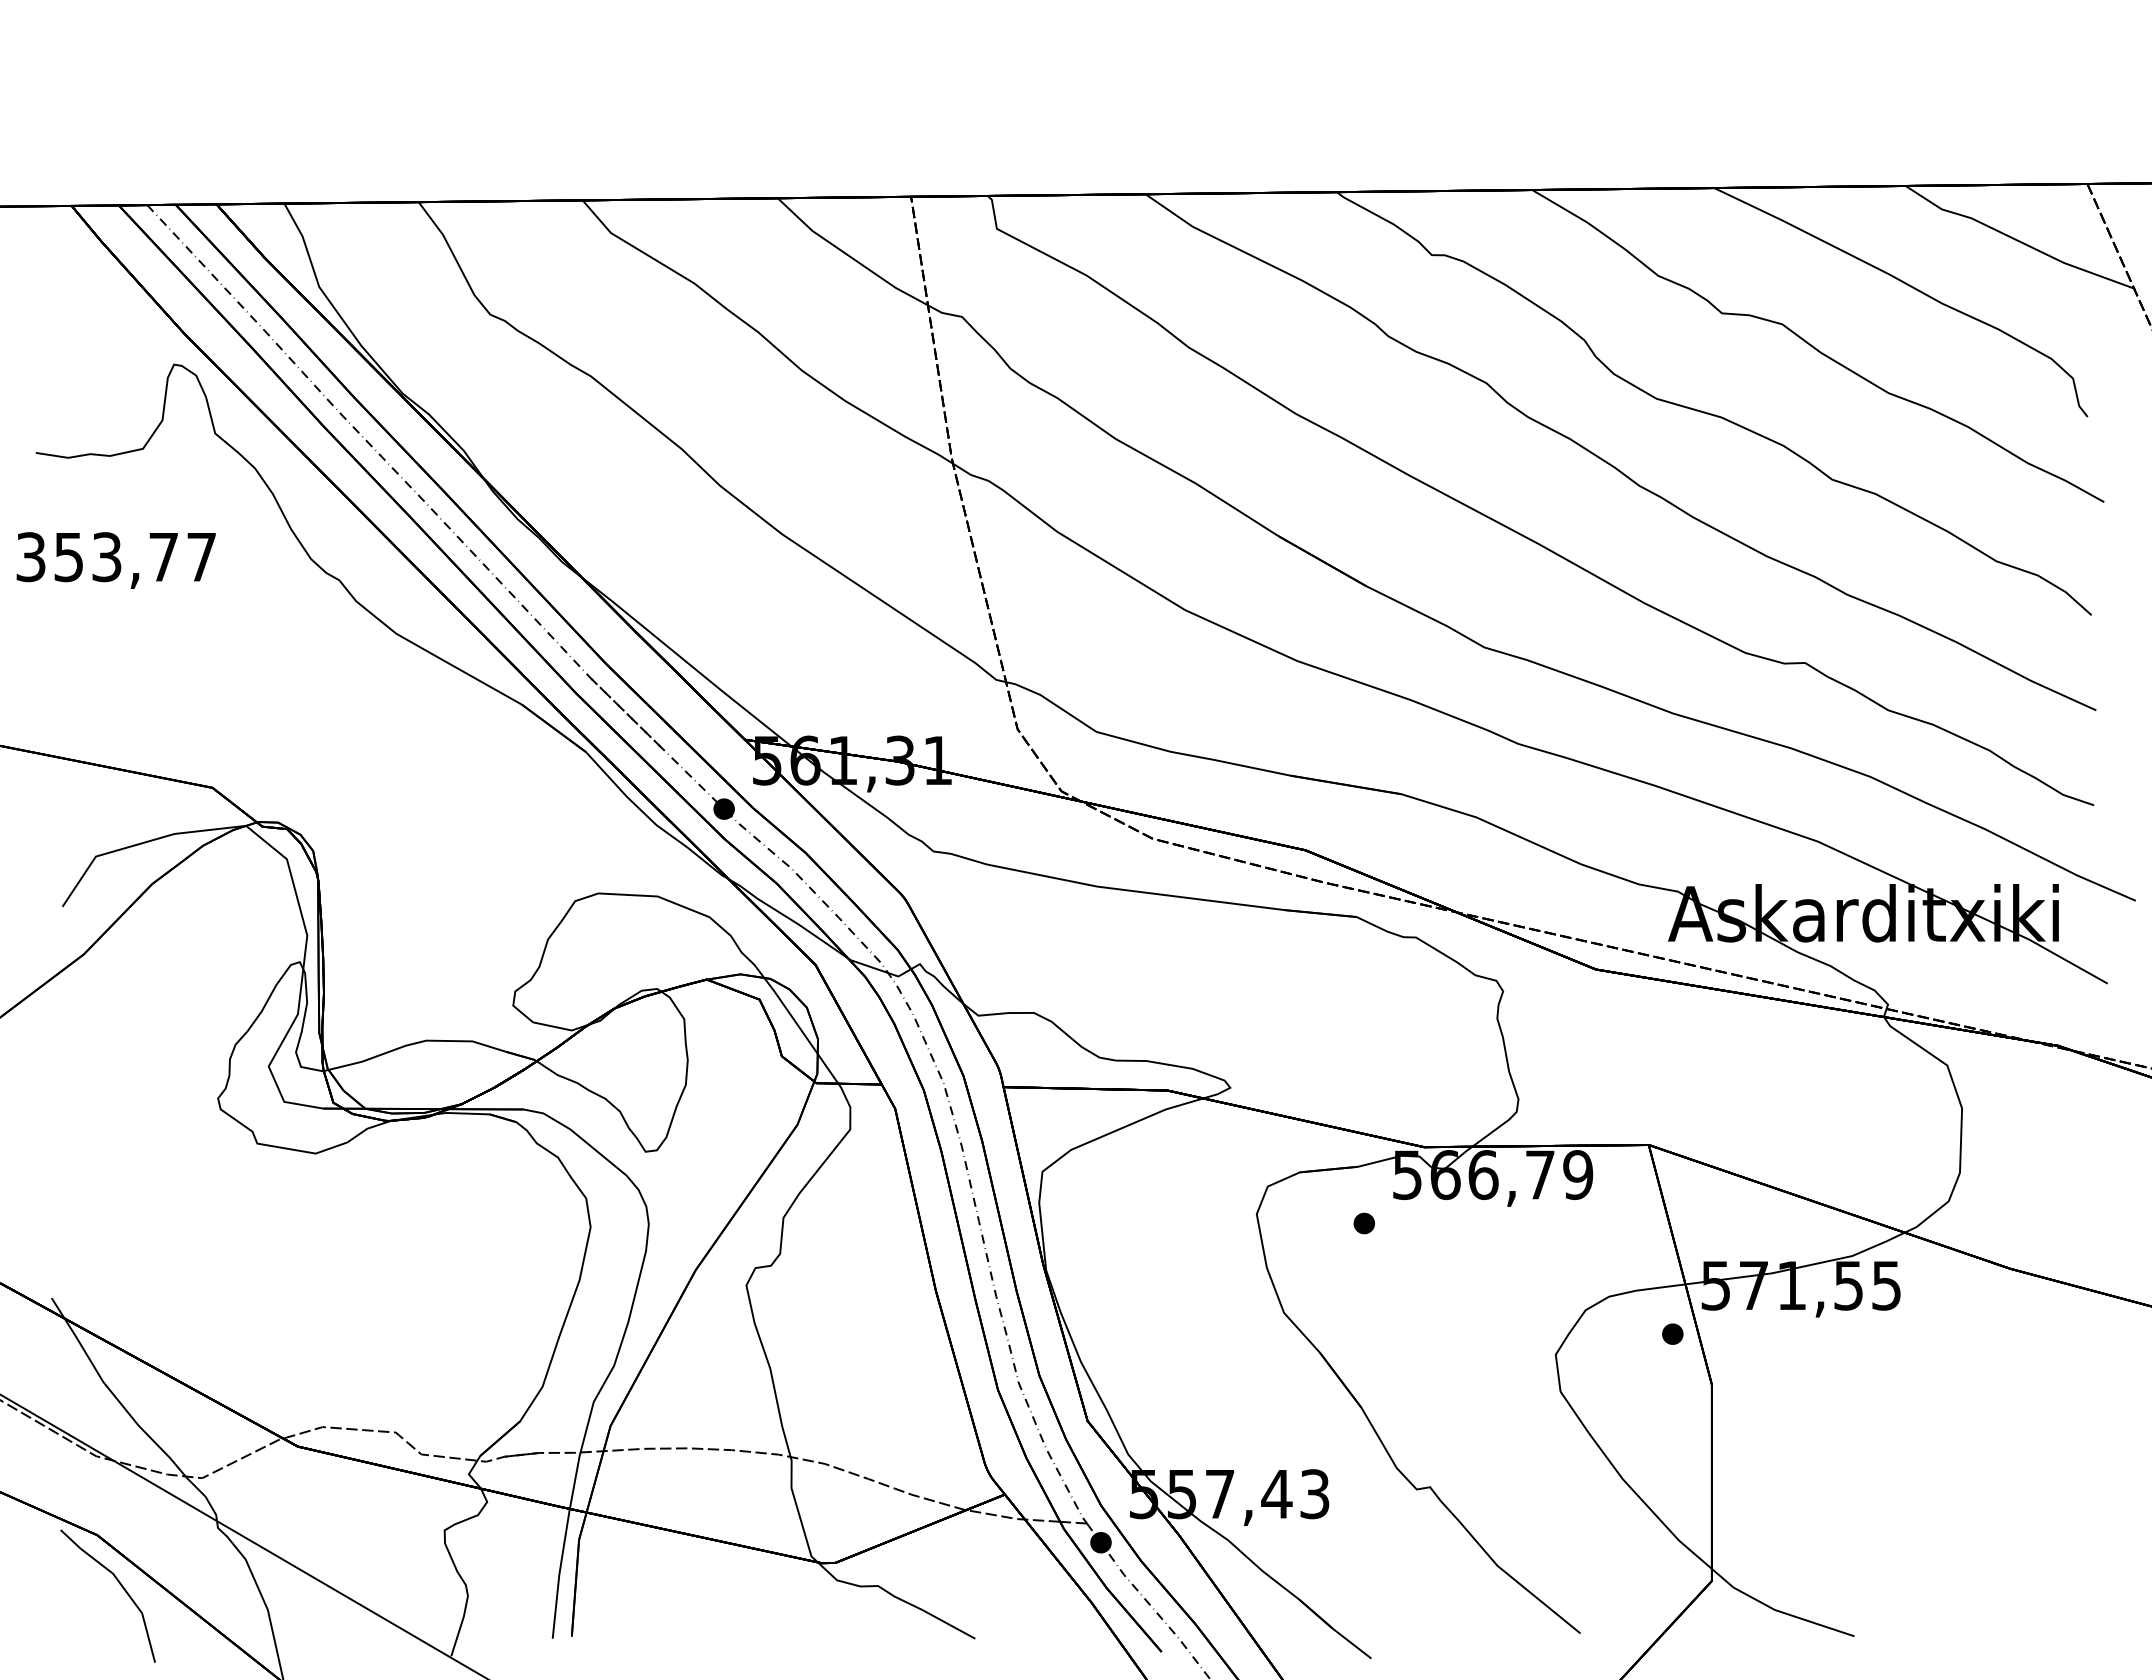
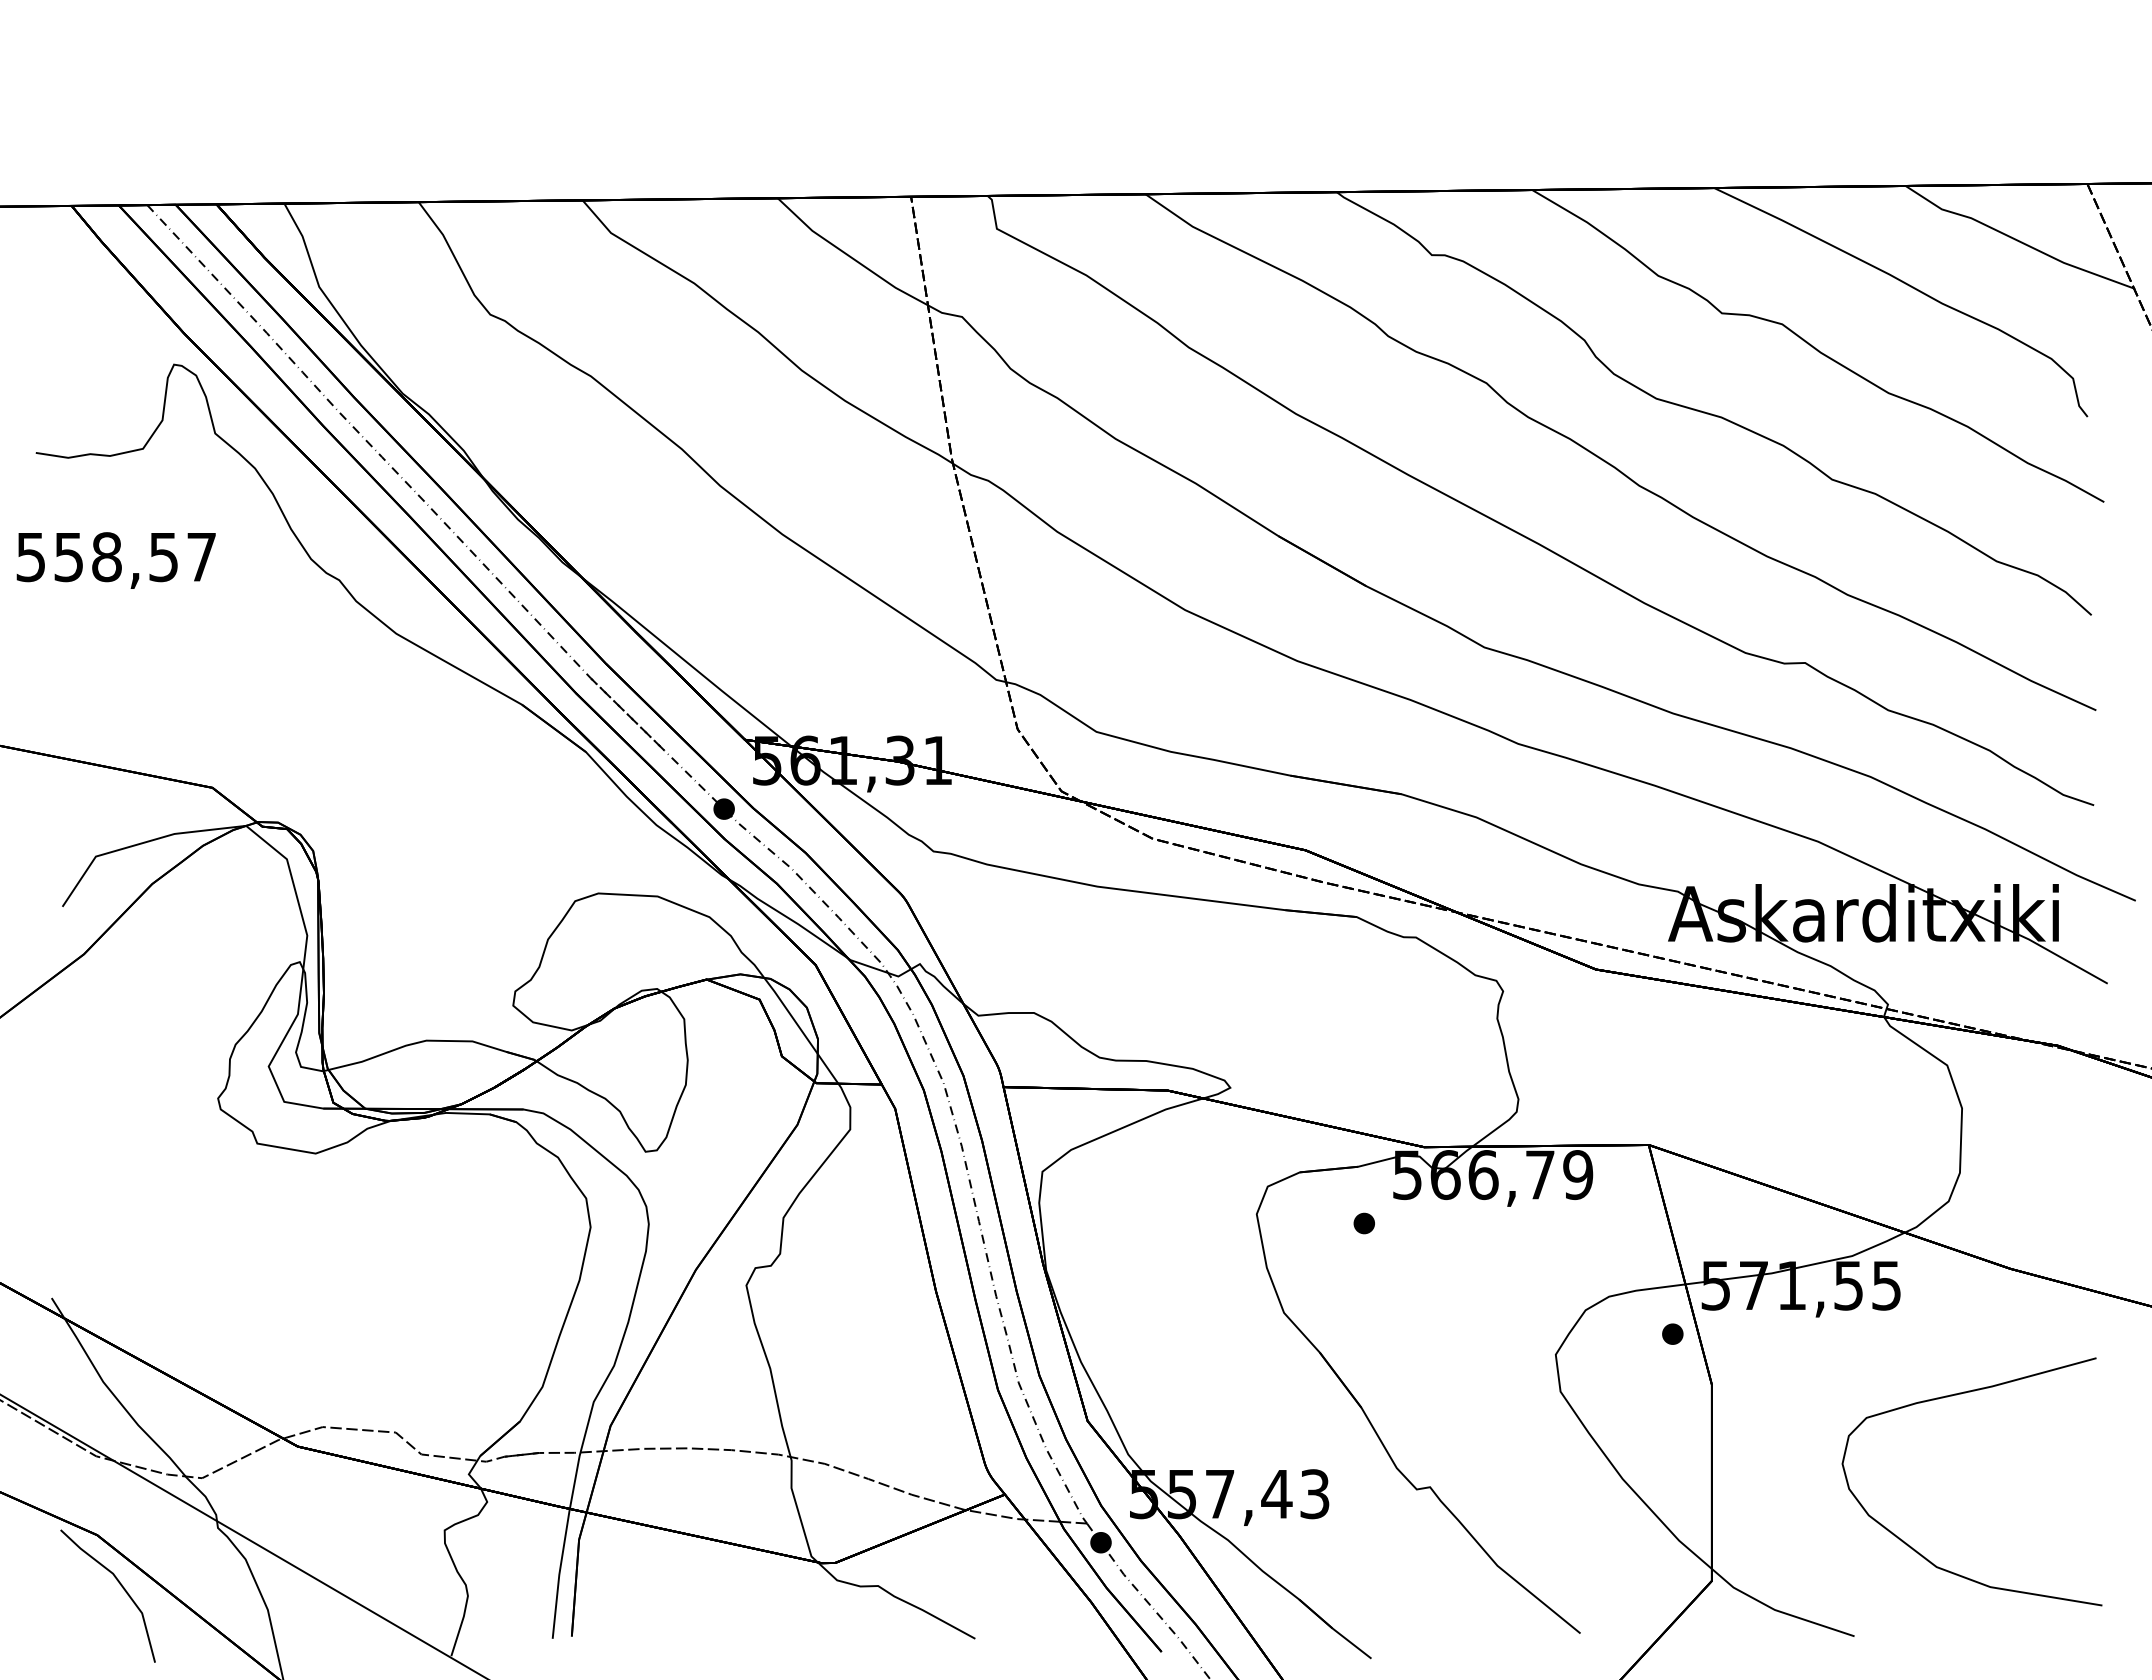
text at (97, 557): 353,77 -> 558,57
curve at (1952, 1396): none -> present
